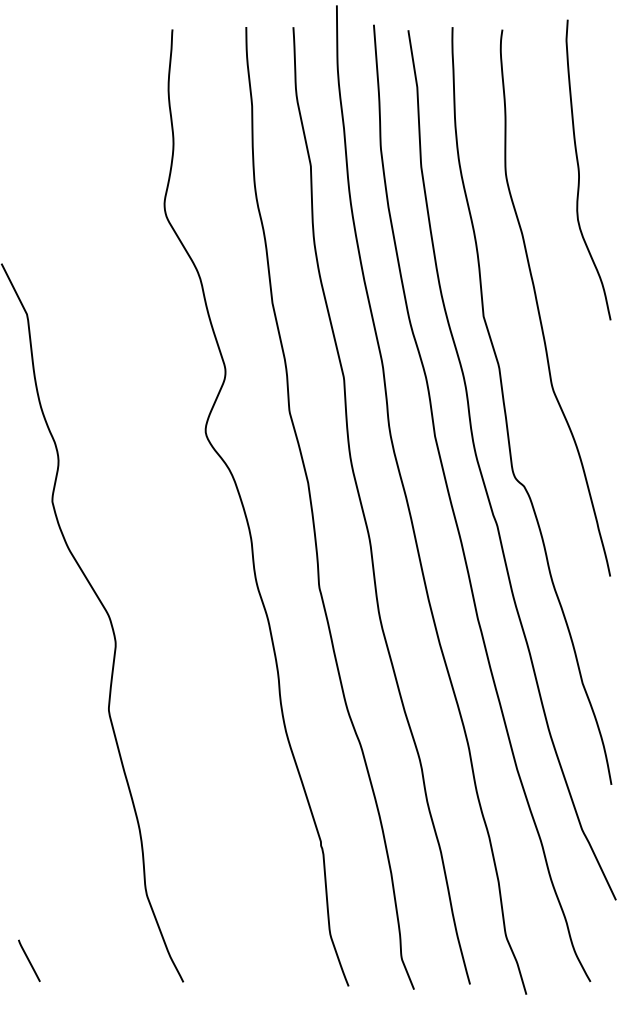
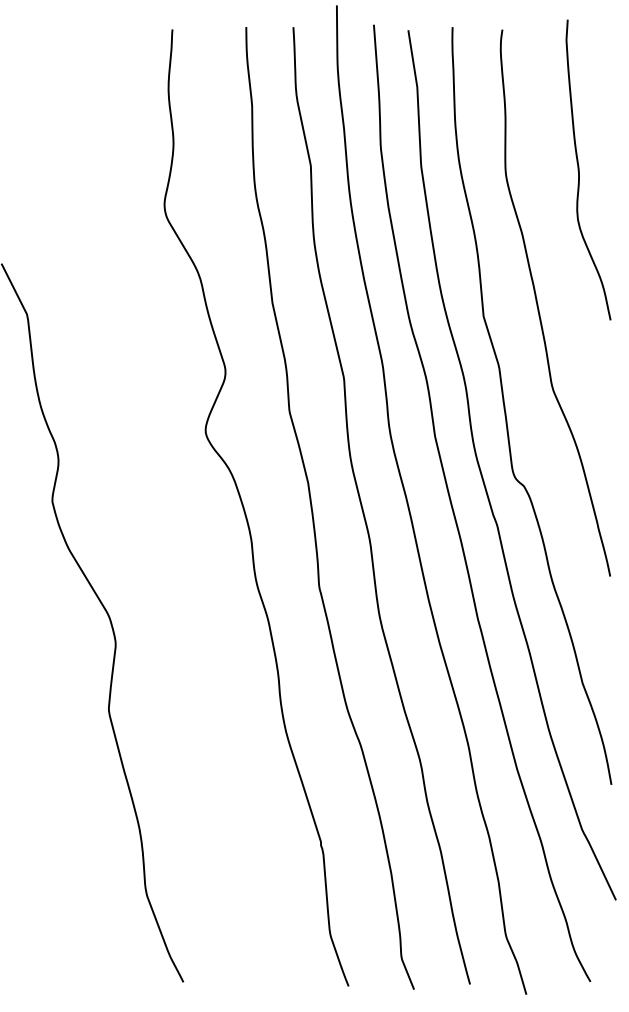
line at (29, 960): present -> none
